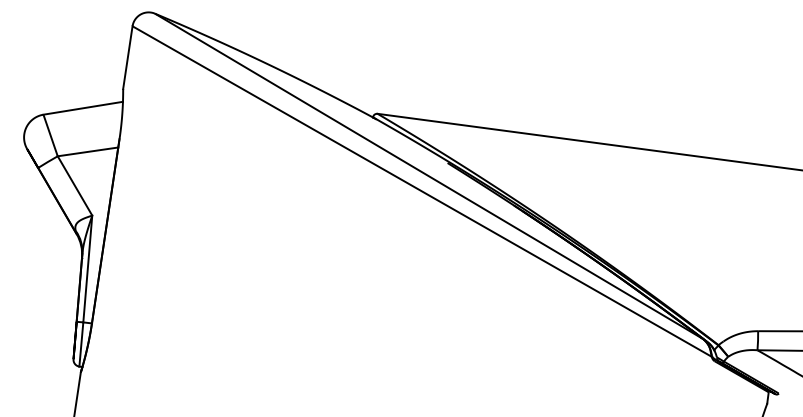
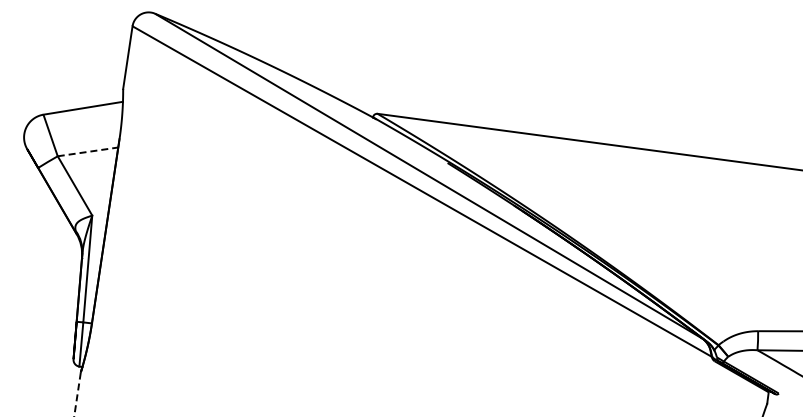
line at (88, 151): solid -> dashed
line at (77, 394): solid -> dashed
